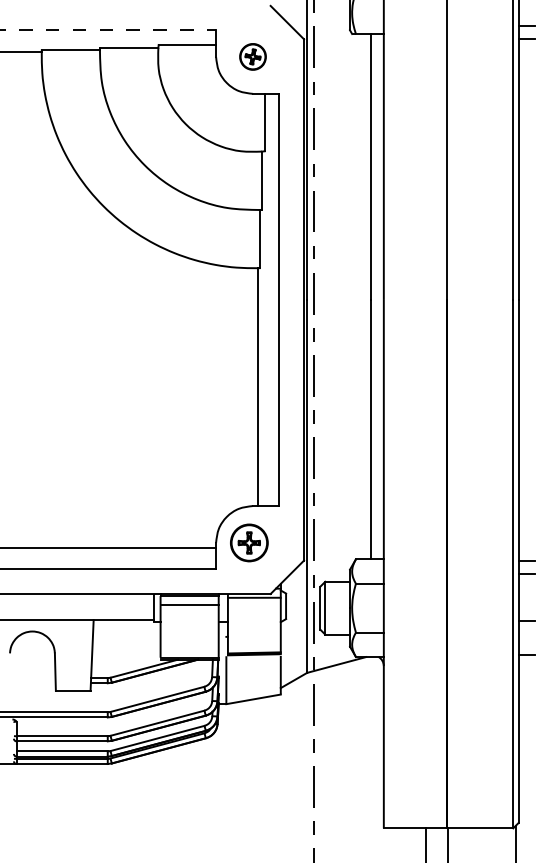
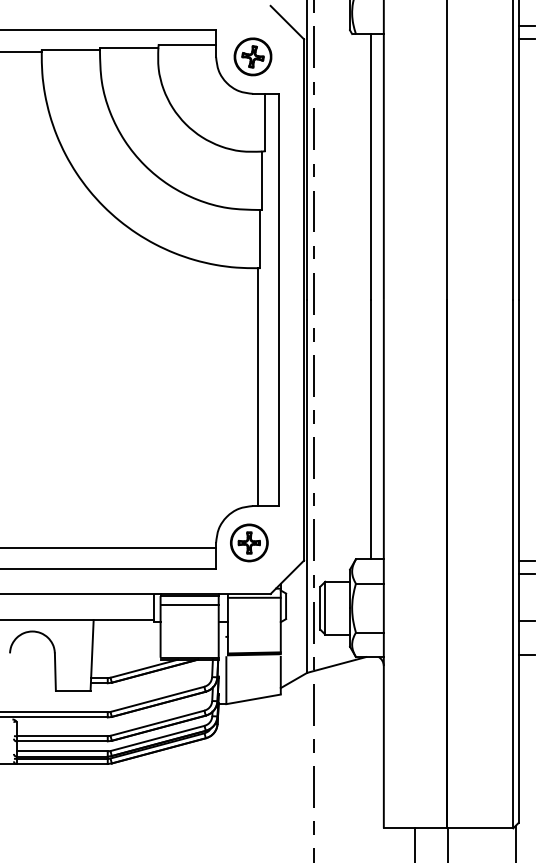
line at (108, 30): dashed -> solid
part at (252, 56) size: 28x28 px -> 40x40 px
line at (425, 843) position: (425, 843) -> (414, 843)
